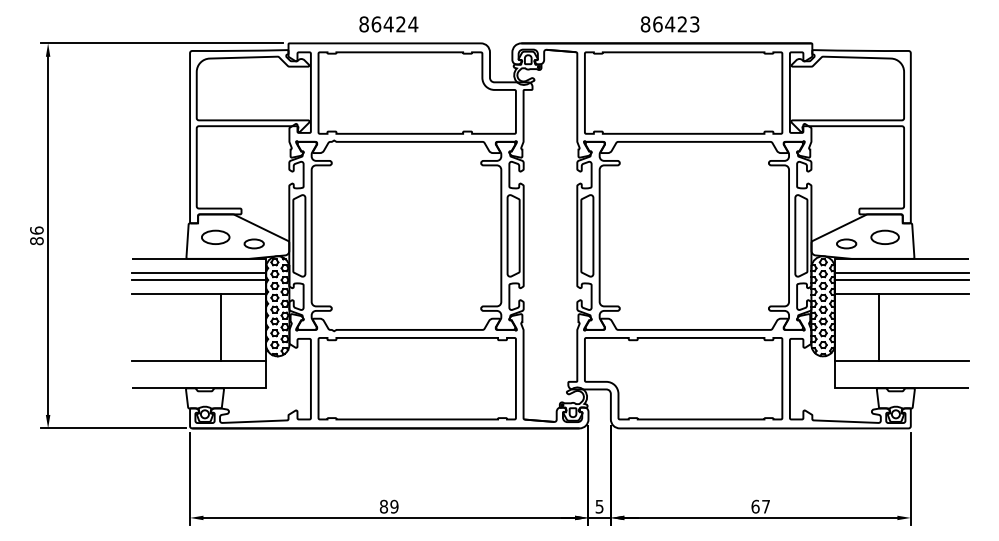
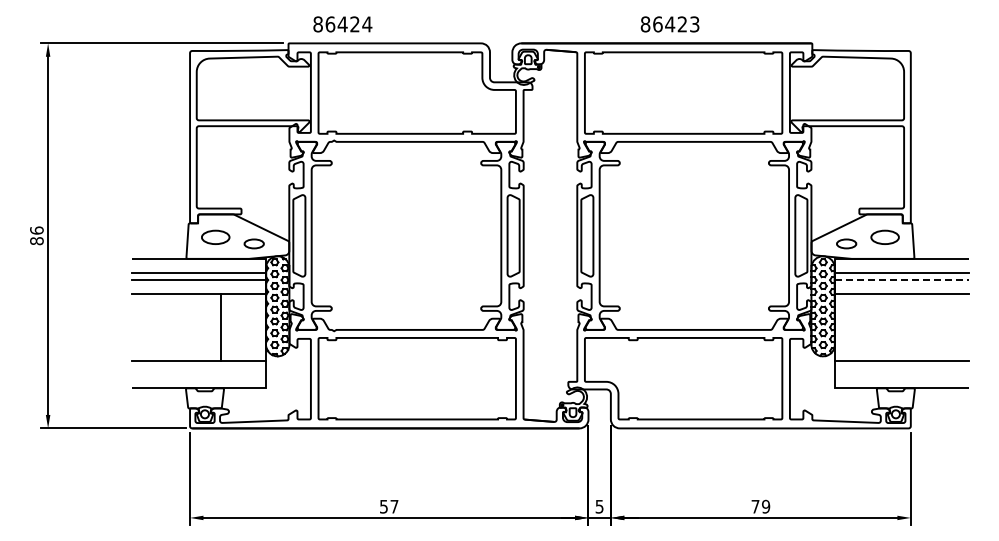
text at (388, 24) position: (388, 24) -> (342, 24)
line at (902, 279): solid -> dashed
line at (879, 327): present -> none
text at (388, 506): 89 -> 57
text at (760, 506): 67 -> 79
